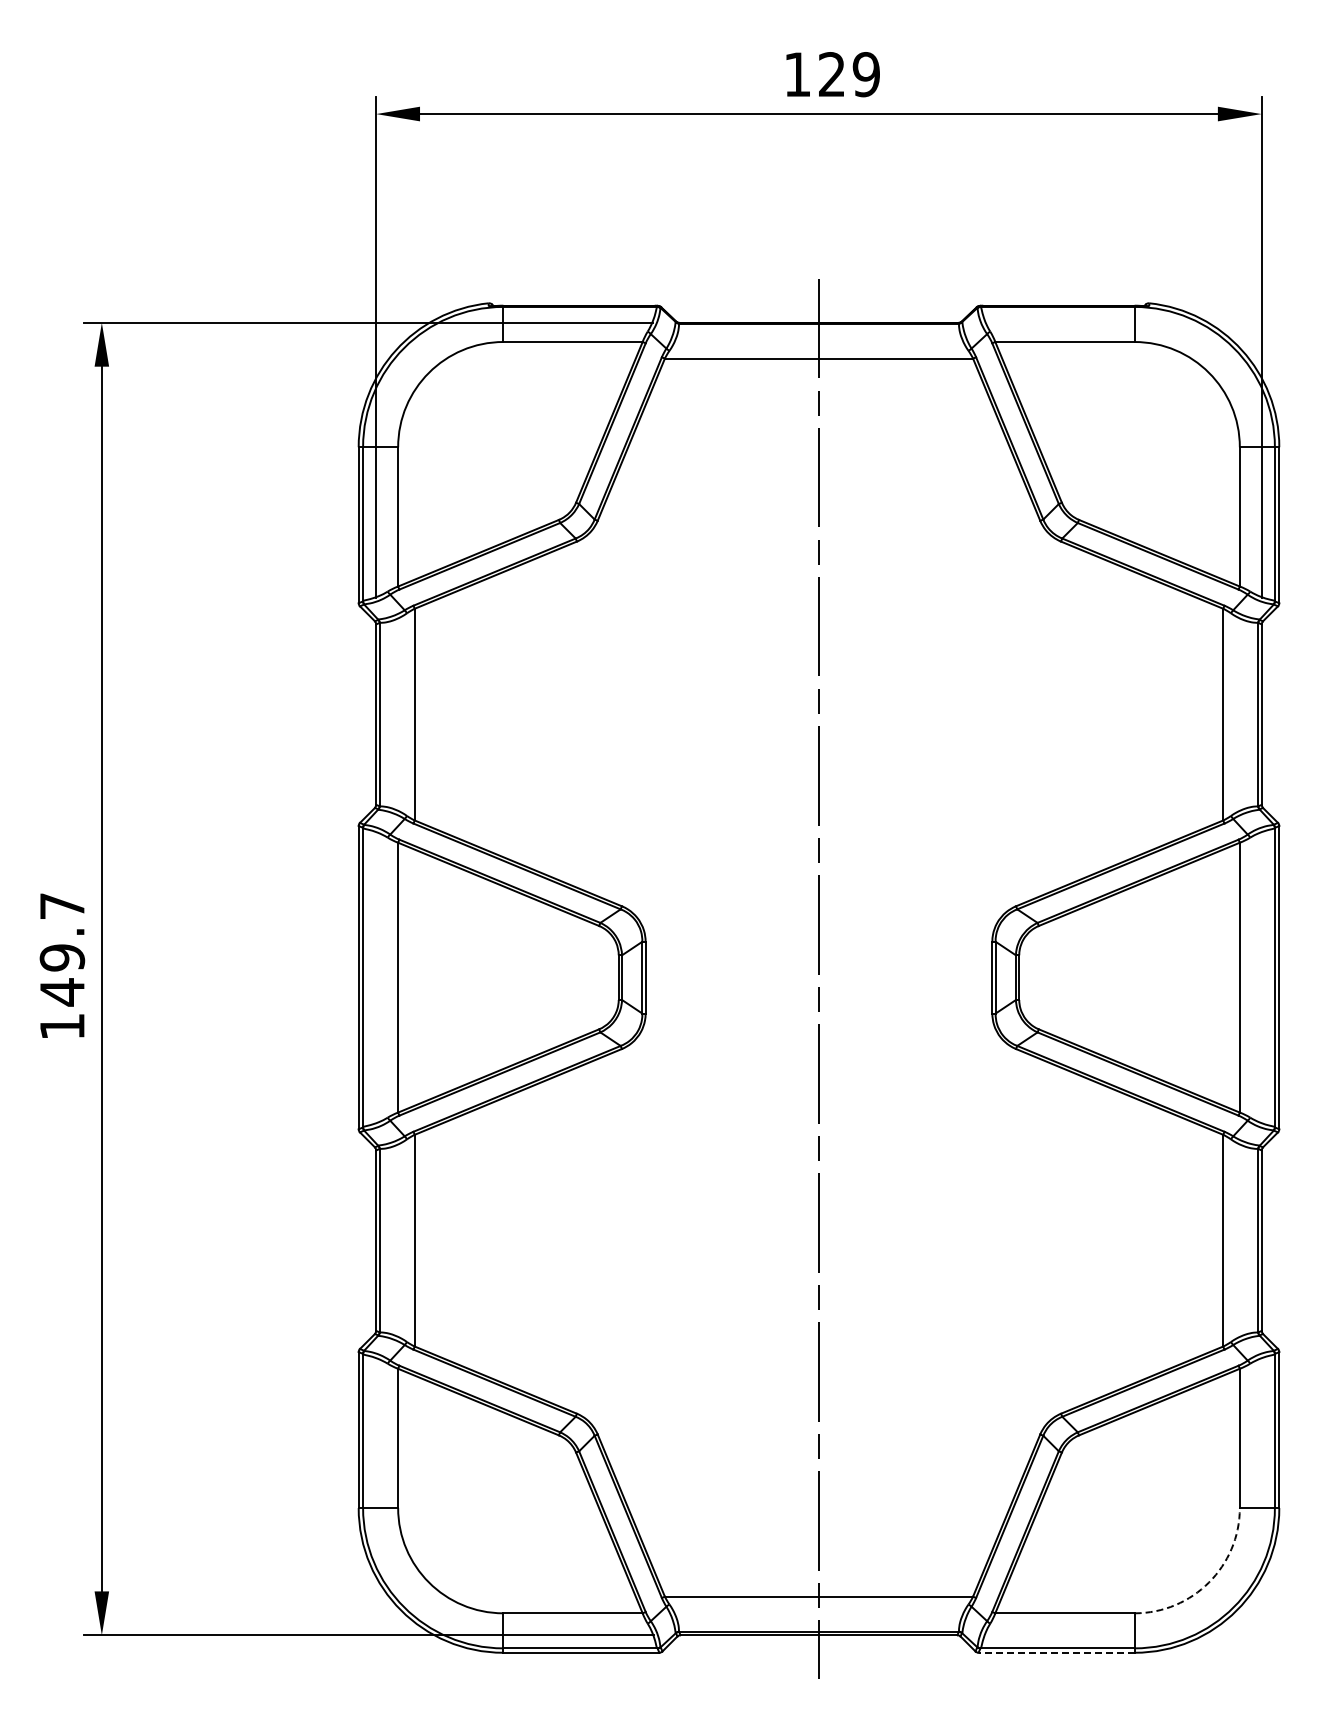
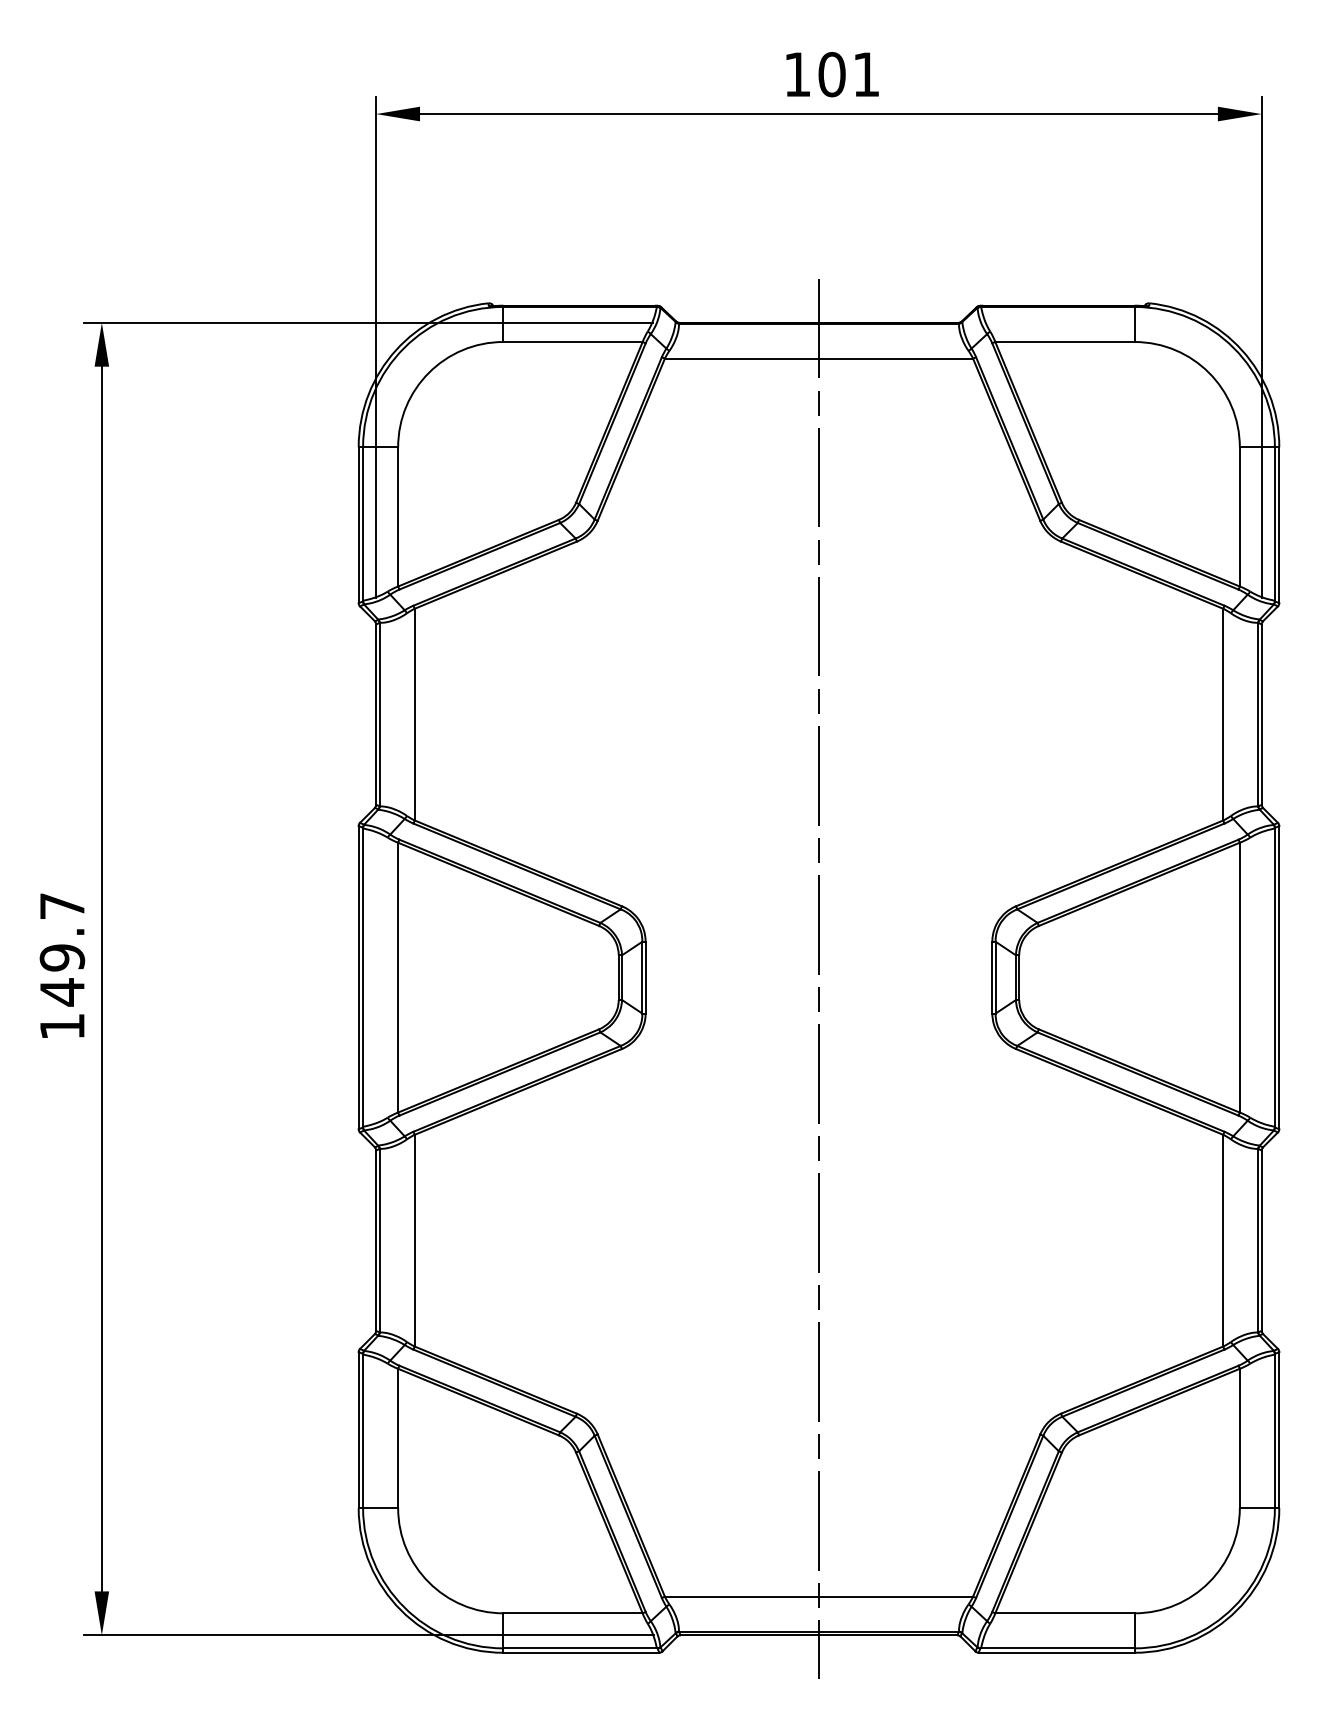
text at (848, 74): 129 -> 101
arc at (1209, 1582): dashed -> solid
line at (1056, 1652): dashed -> solid
